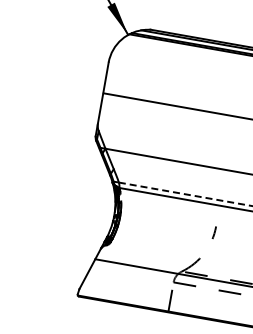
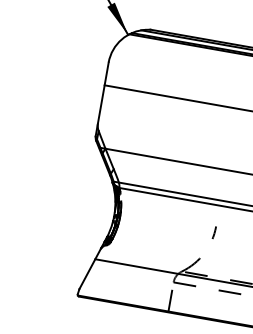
line at (176, 106) position: (176, 106) -> (176, 97)
line at (185, 194): dashed -> solid
